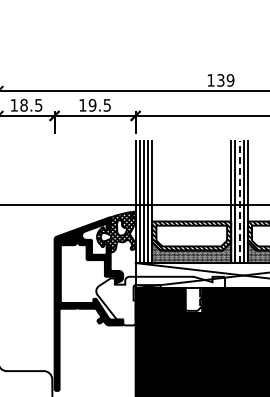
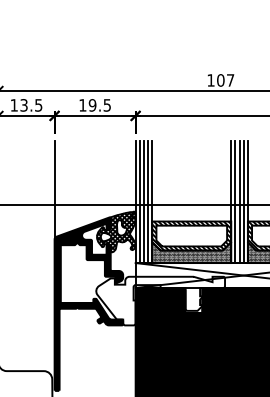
text at (225, 80): 139 -> 107
text at (23, 105): 18.5 -> 13.5
line at (54, 189): none -> present
line at (239, 201): dashed -> solid
